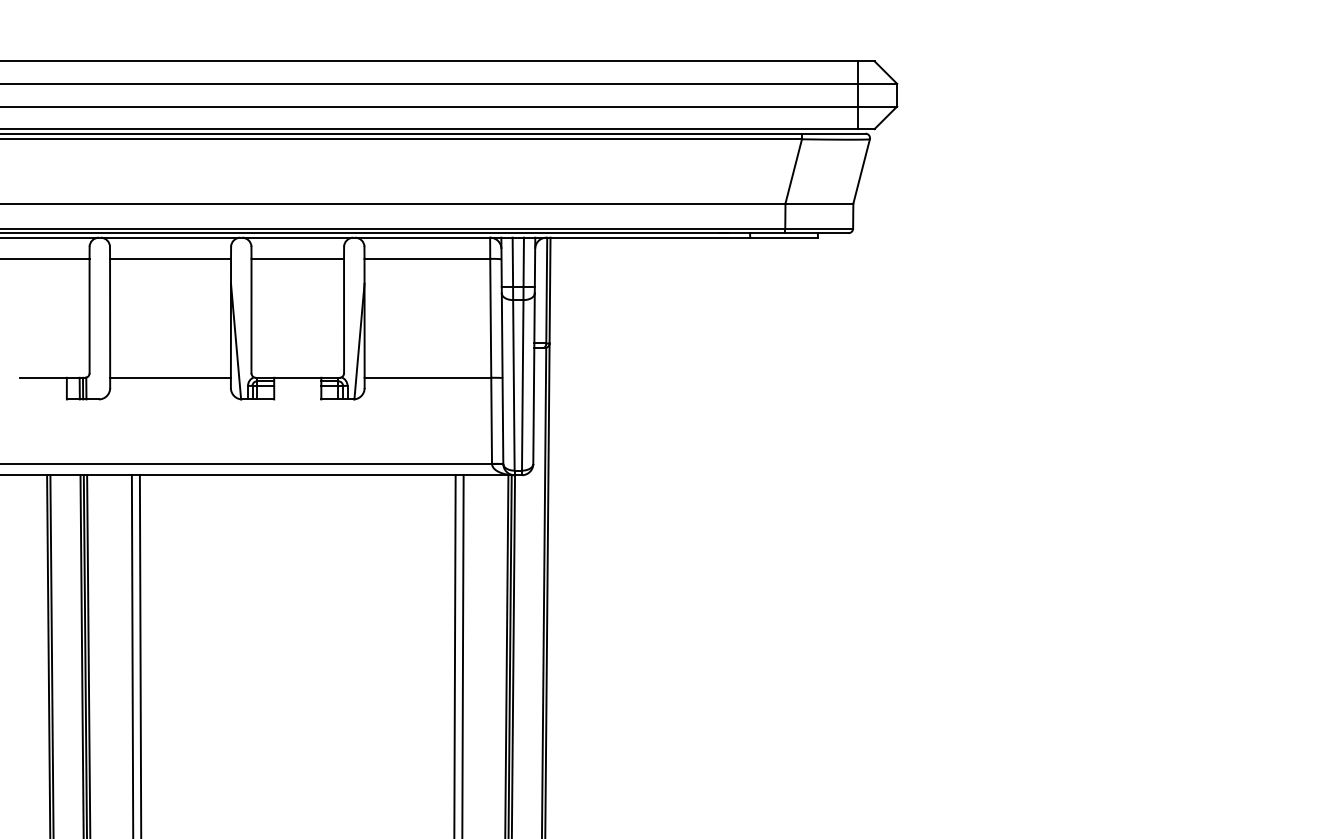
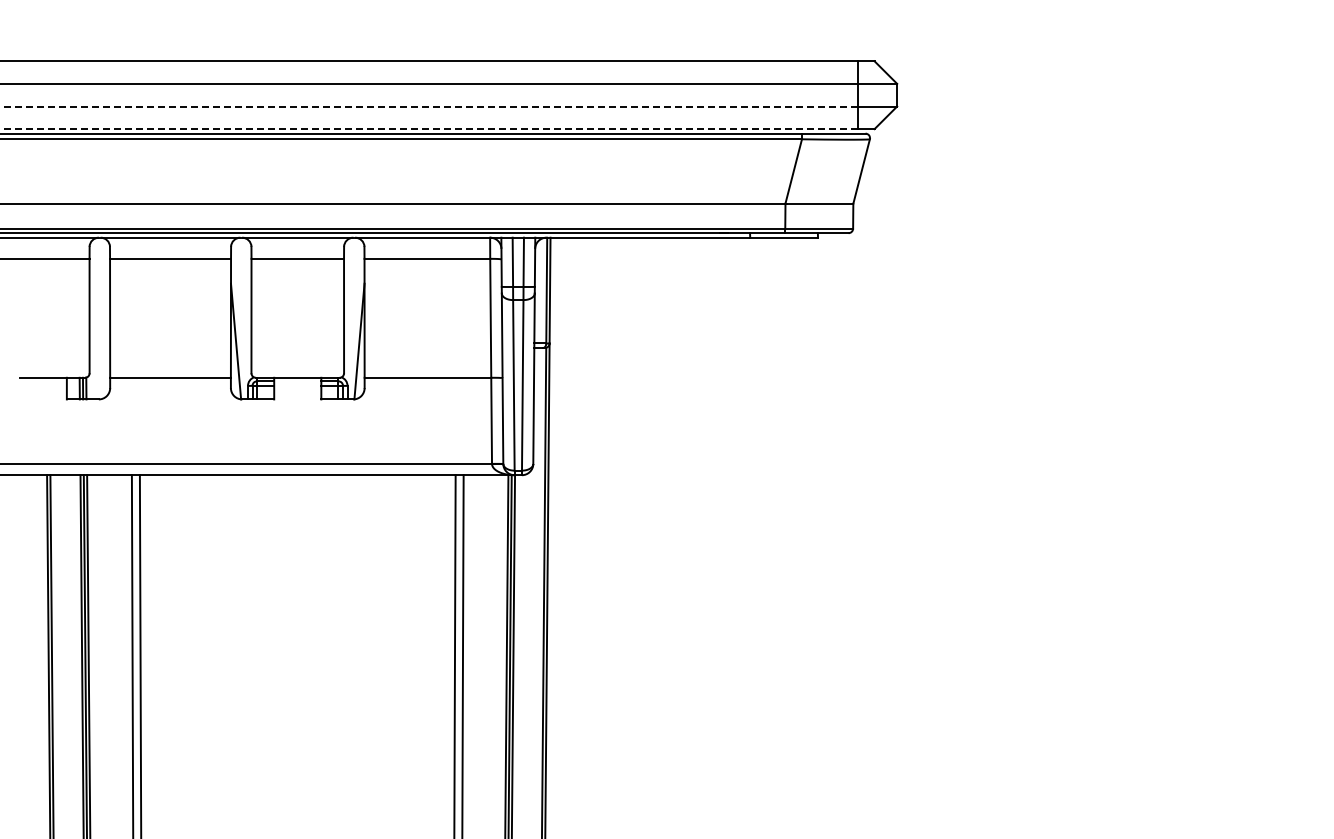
line at (428, 106): solid -> dashed
line at (428, 129): solid -> dashed
